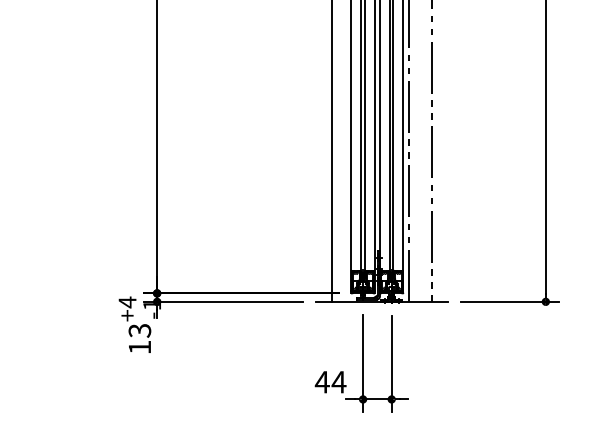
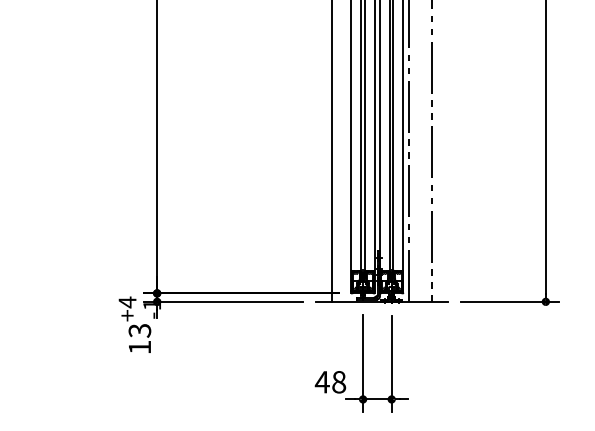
text at (338, 382): 44 -> 48
